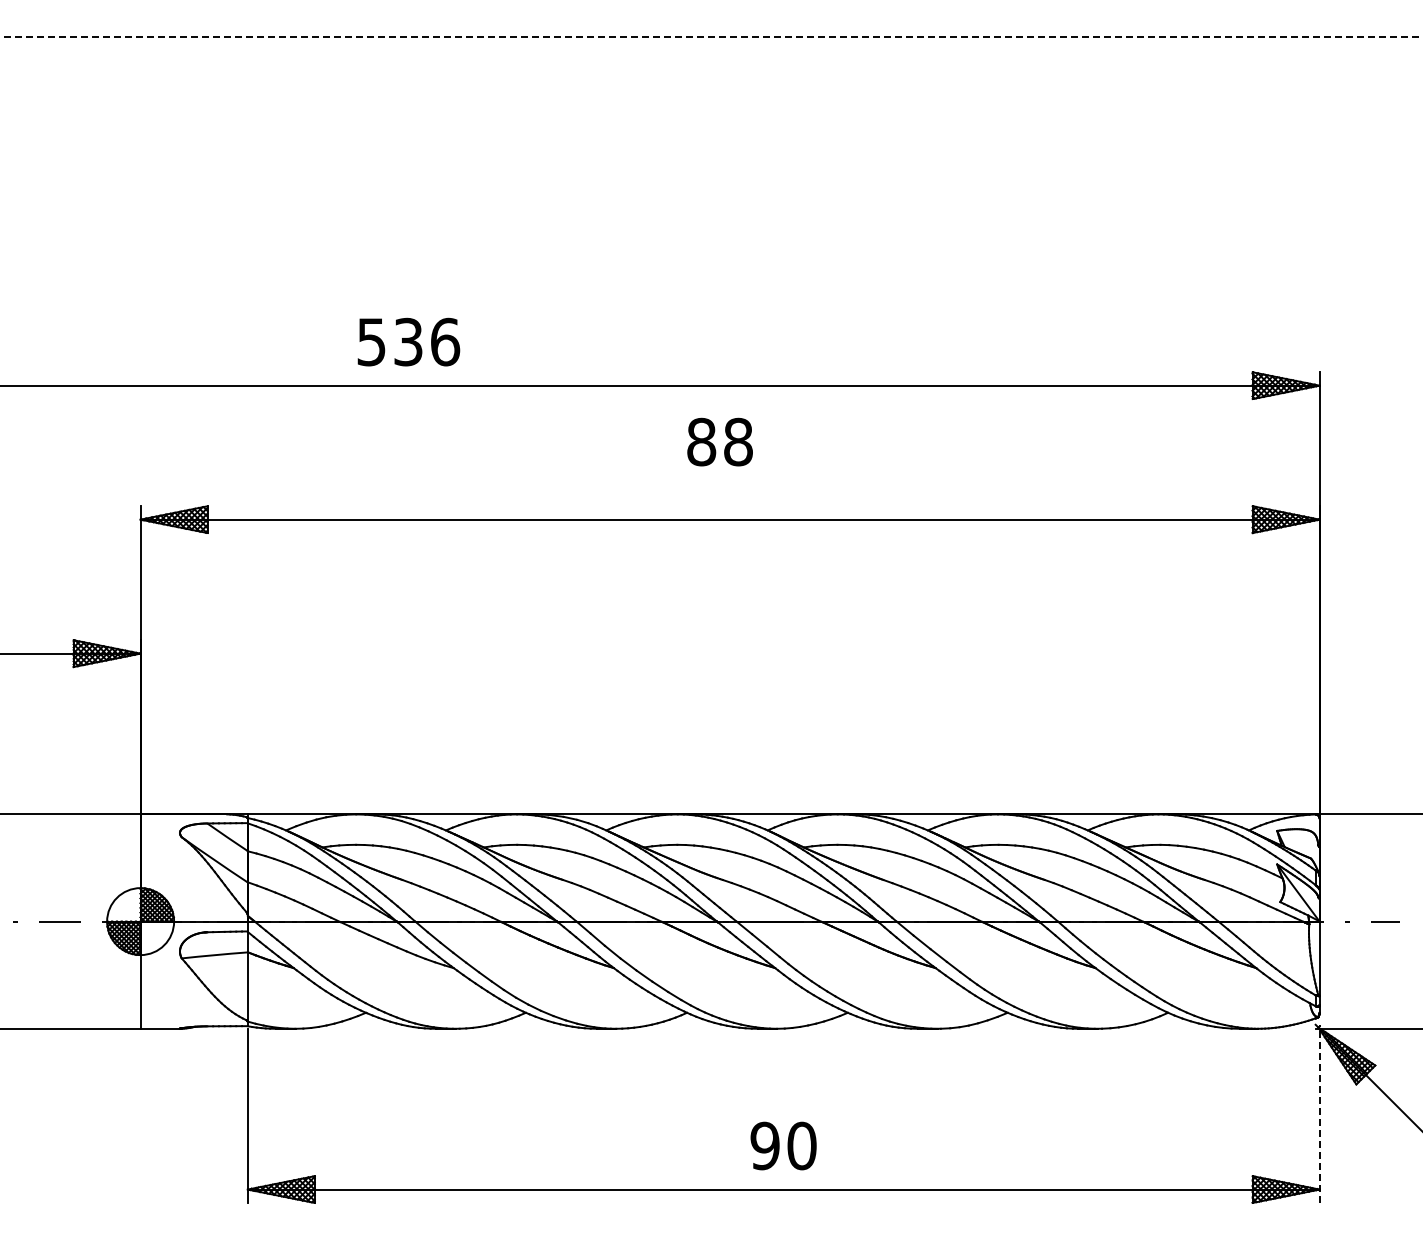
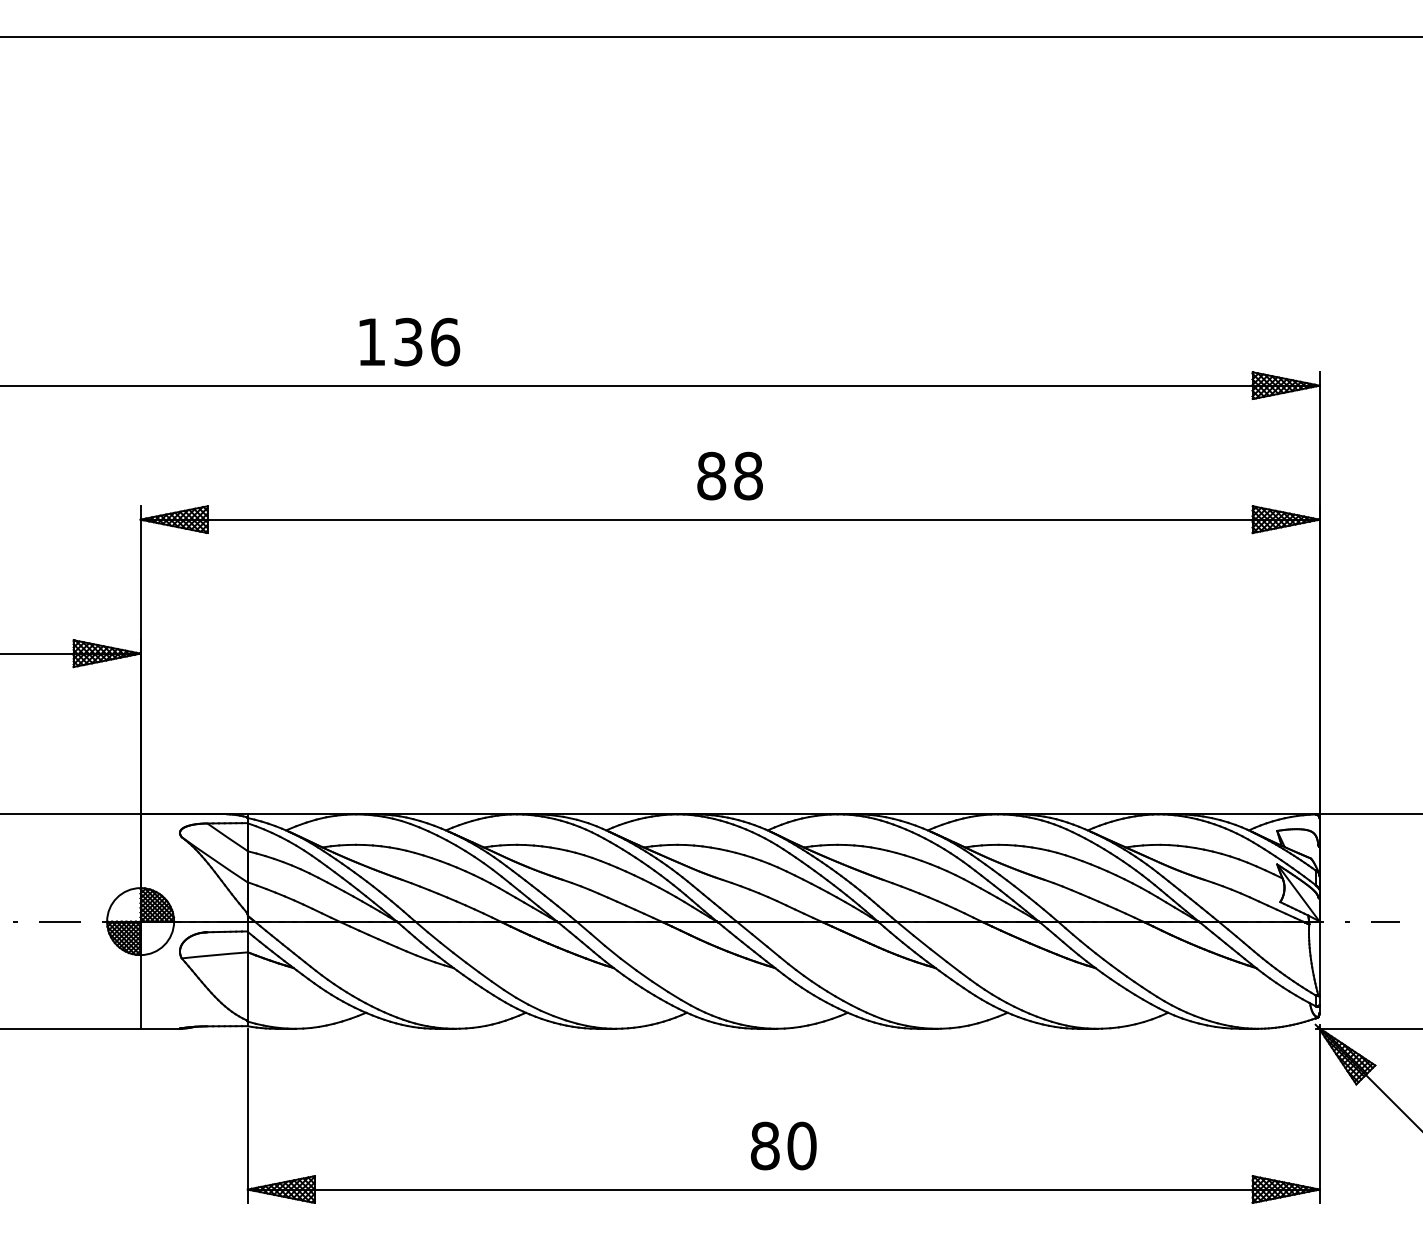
line at (711, 37): dashed -> solid
text at (371, 342): 536 -> 136
text at (719, 441) position: (719, 441) -> (729, 475)
line at (1319, 1113): dashed -> solid
text at (764, 1145): 90 -> 80
